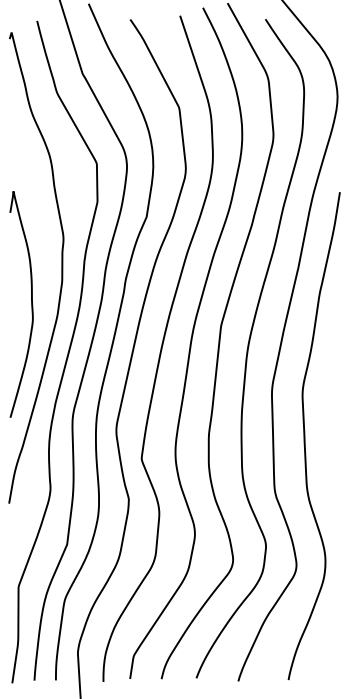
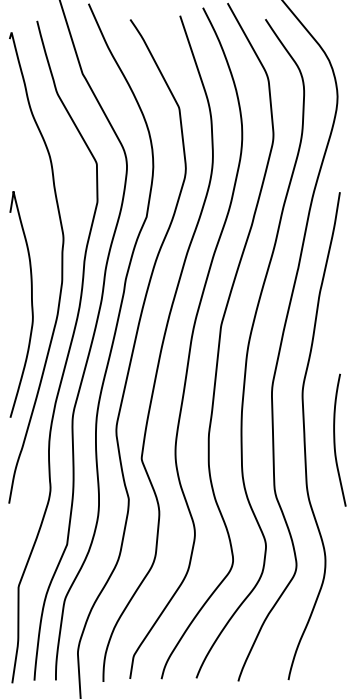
curve at (335, 439): none -> present
